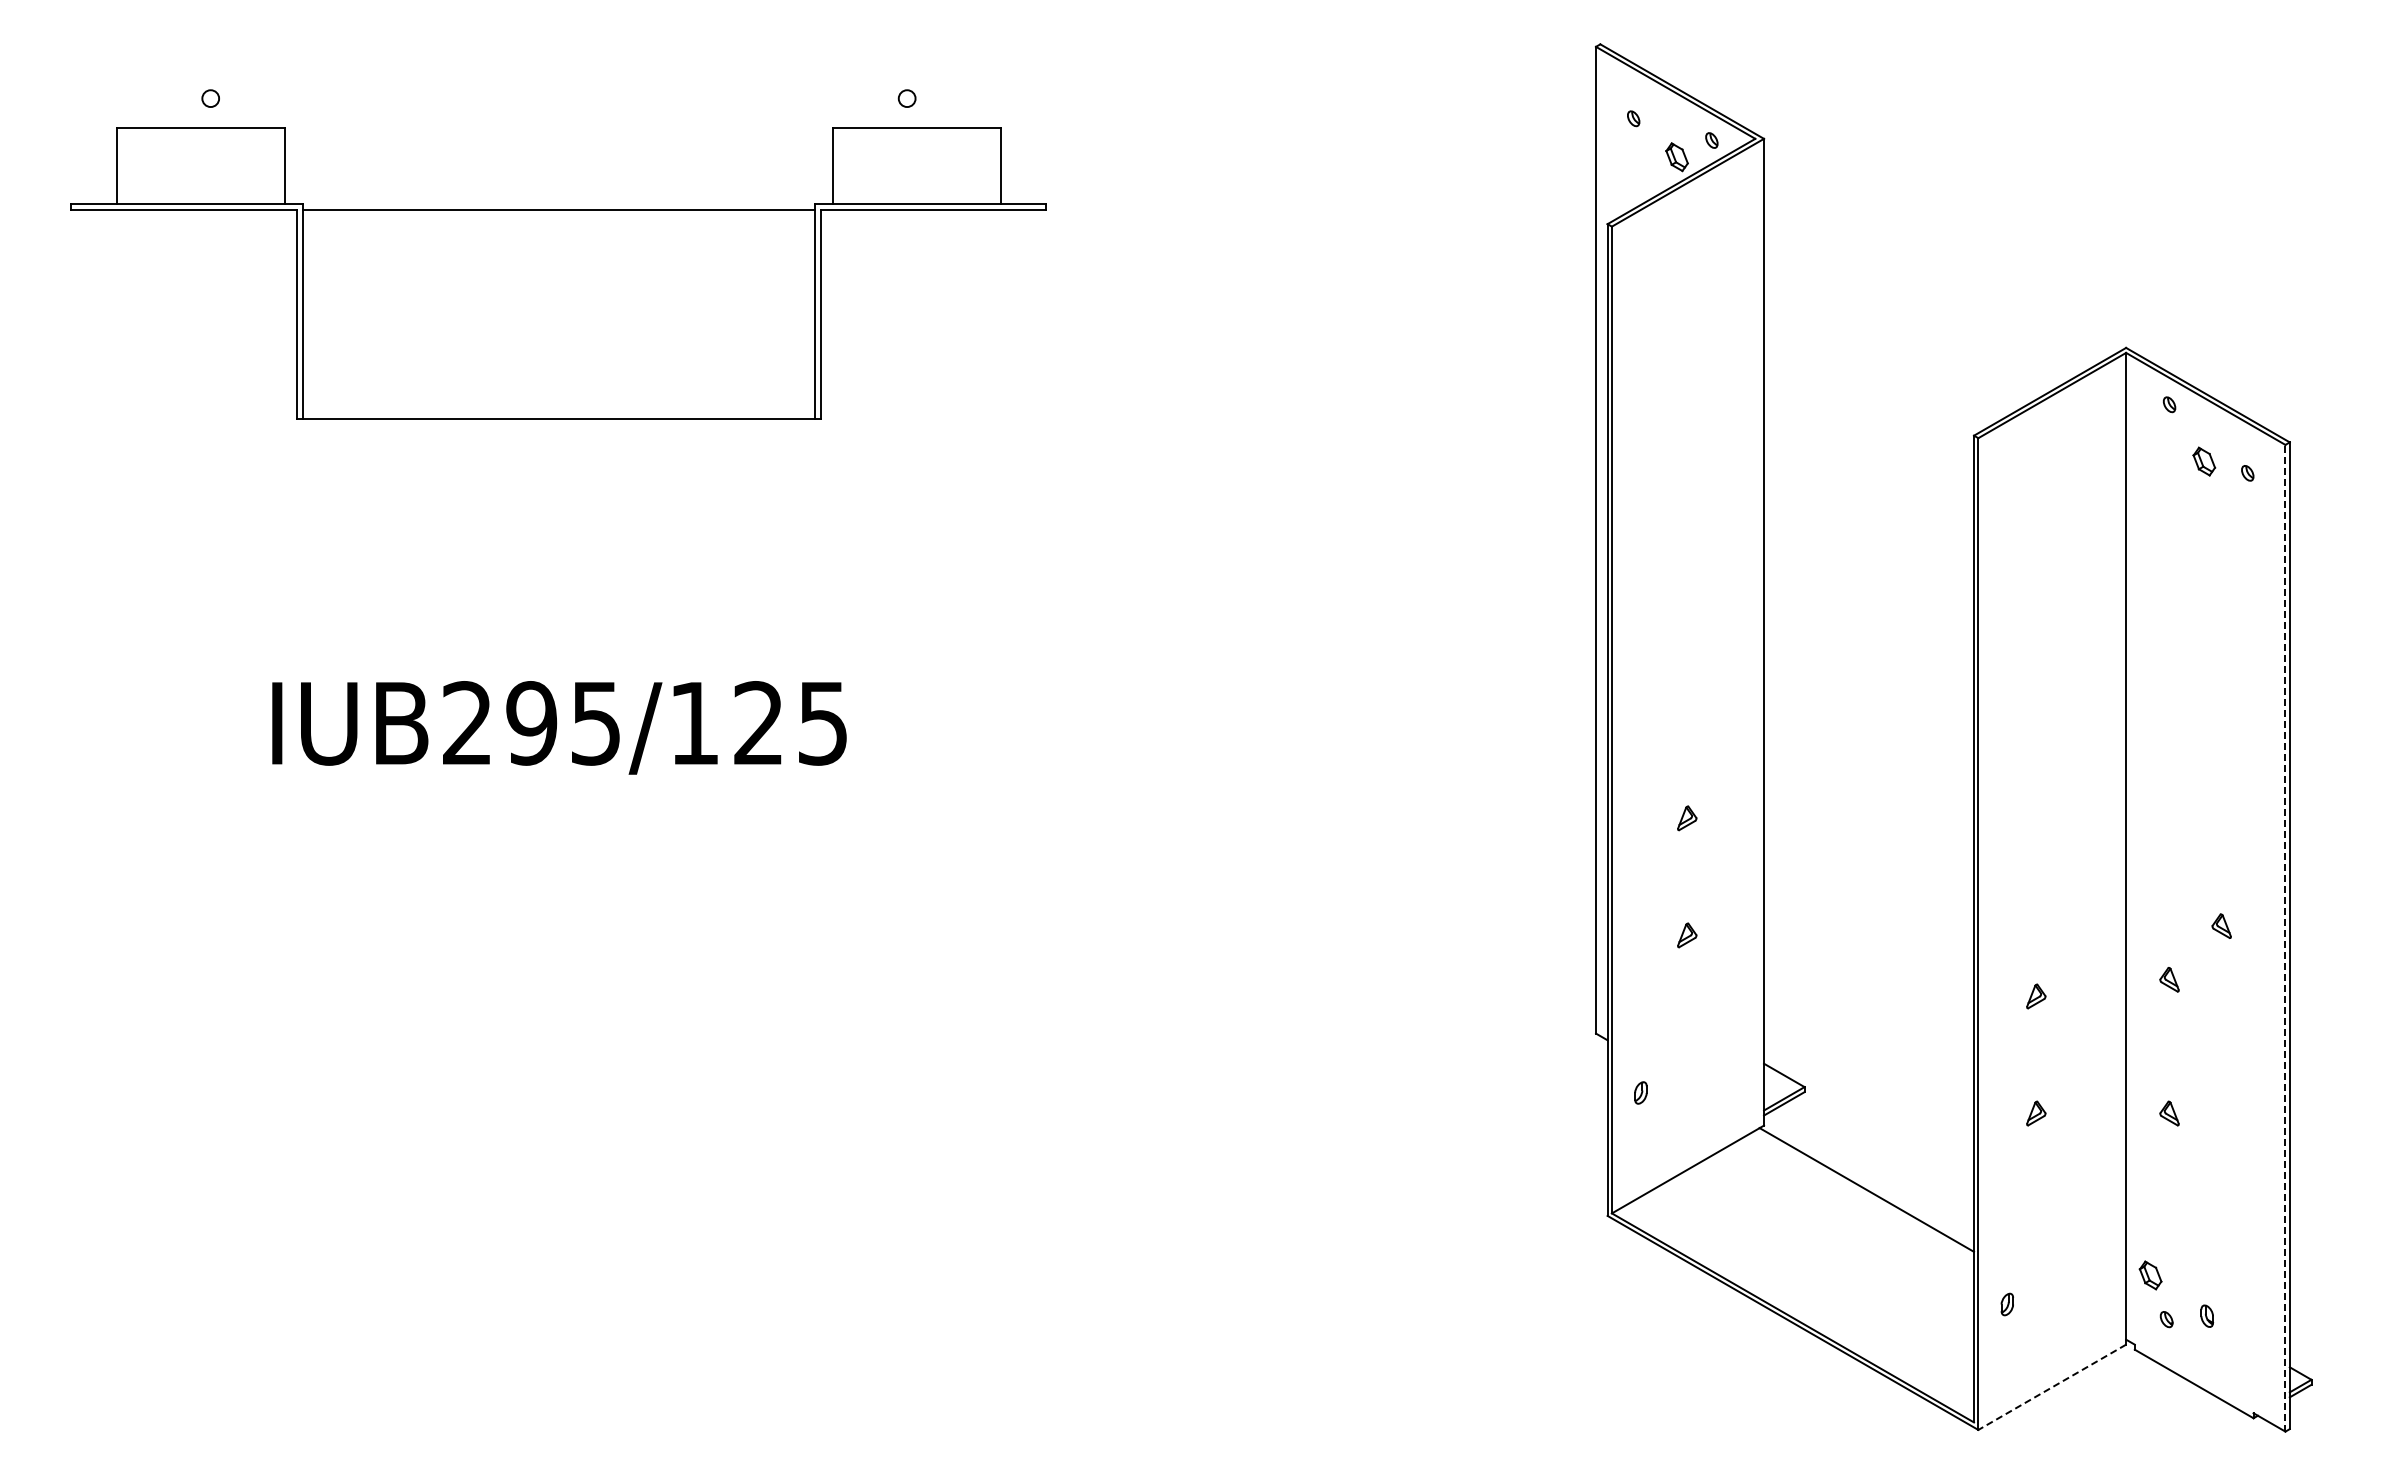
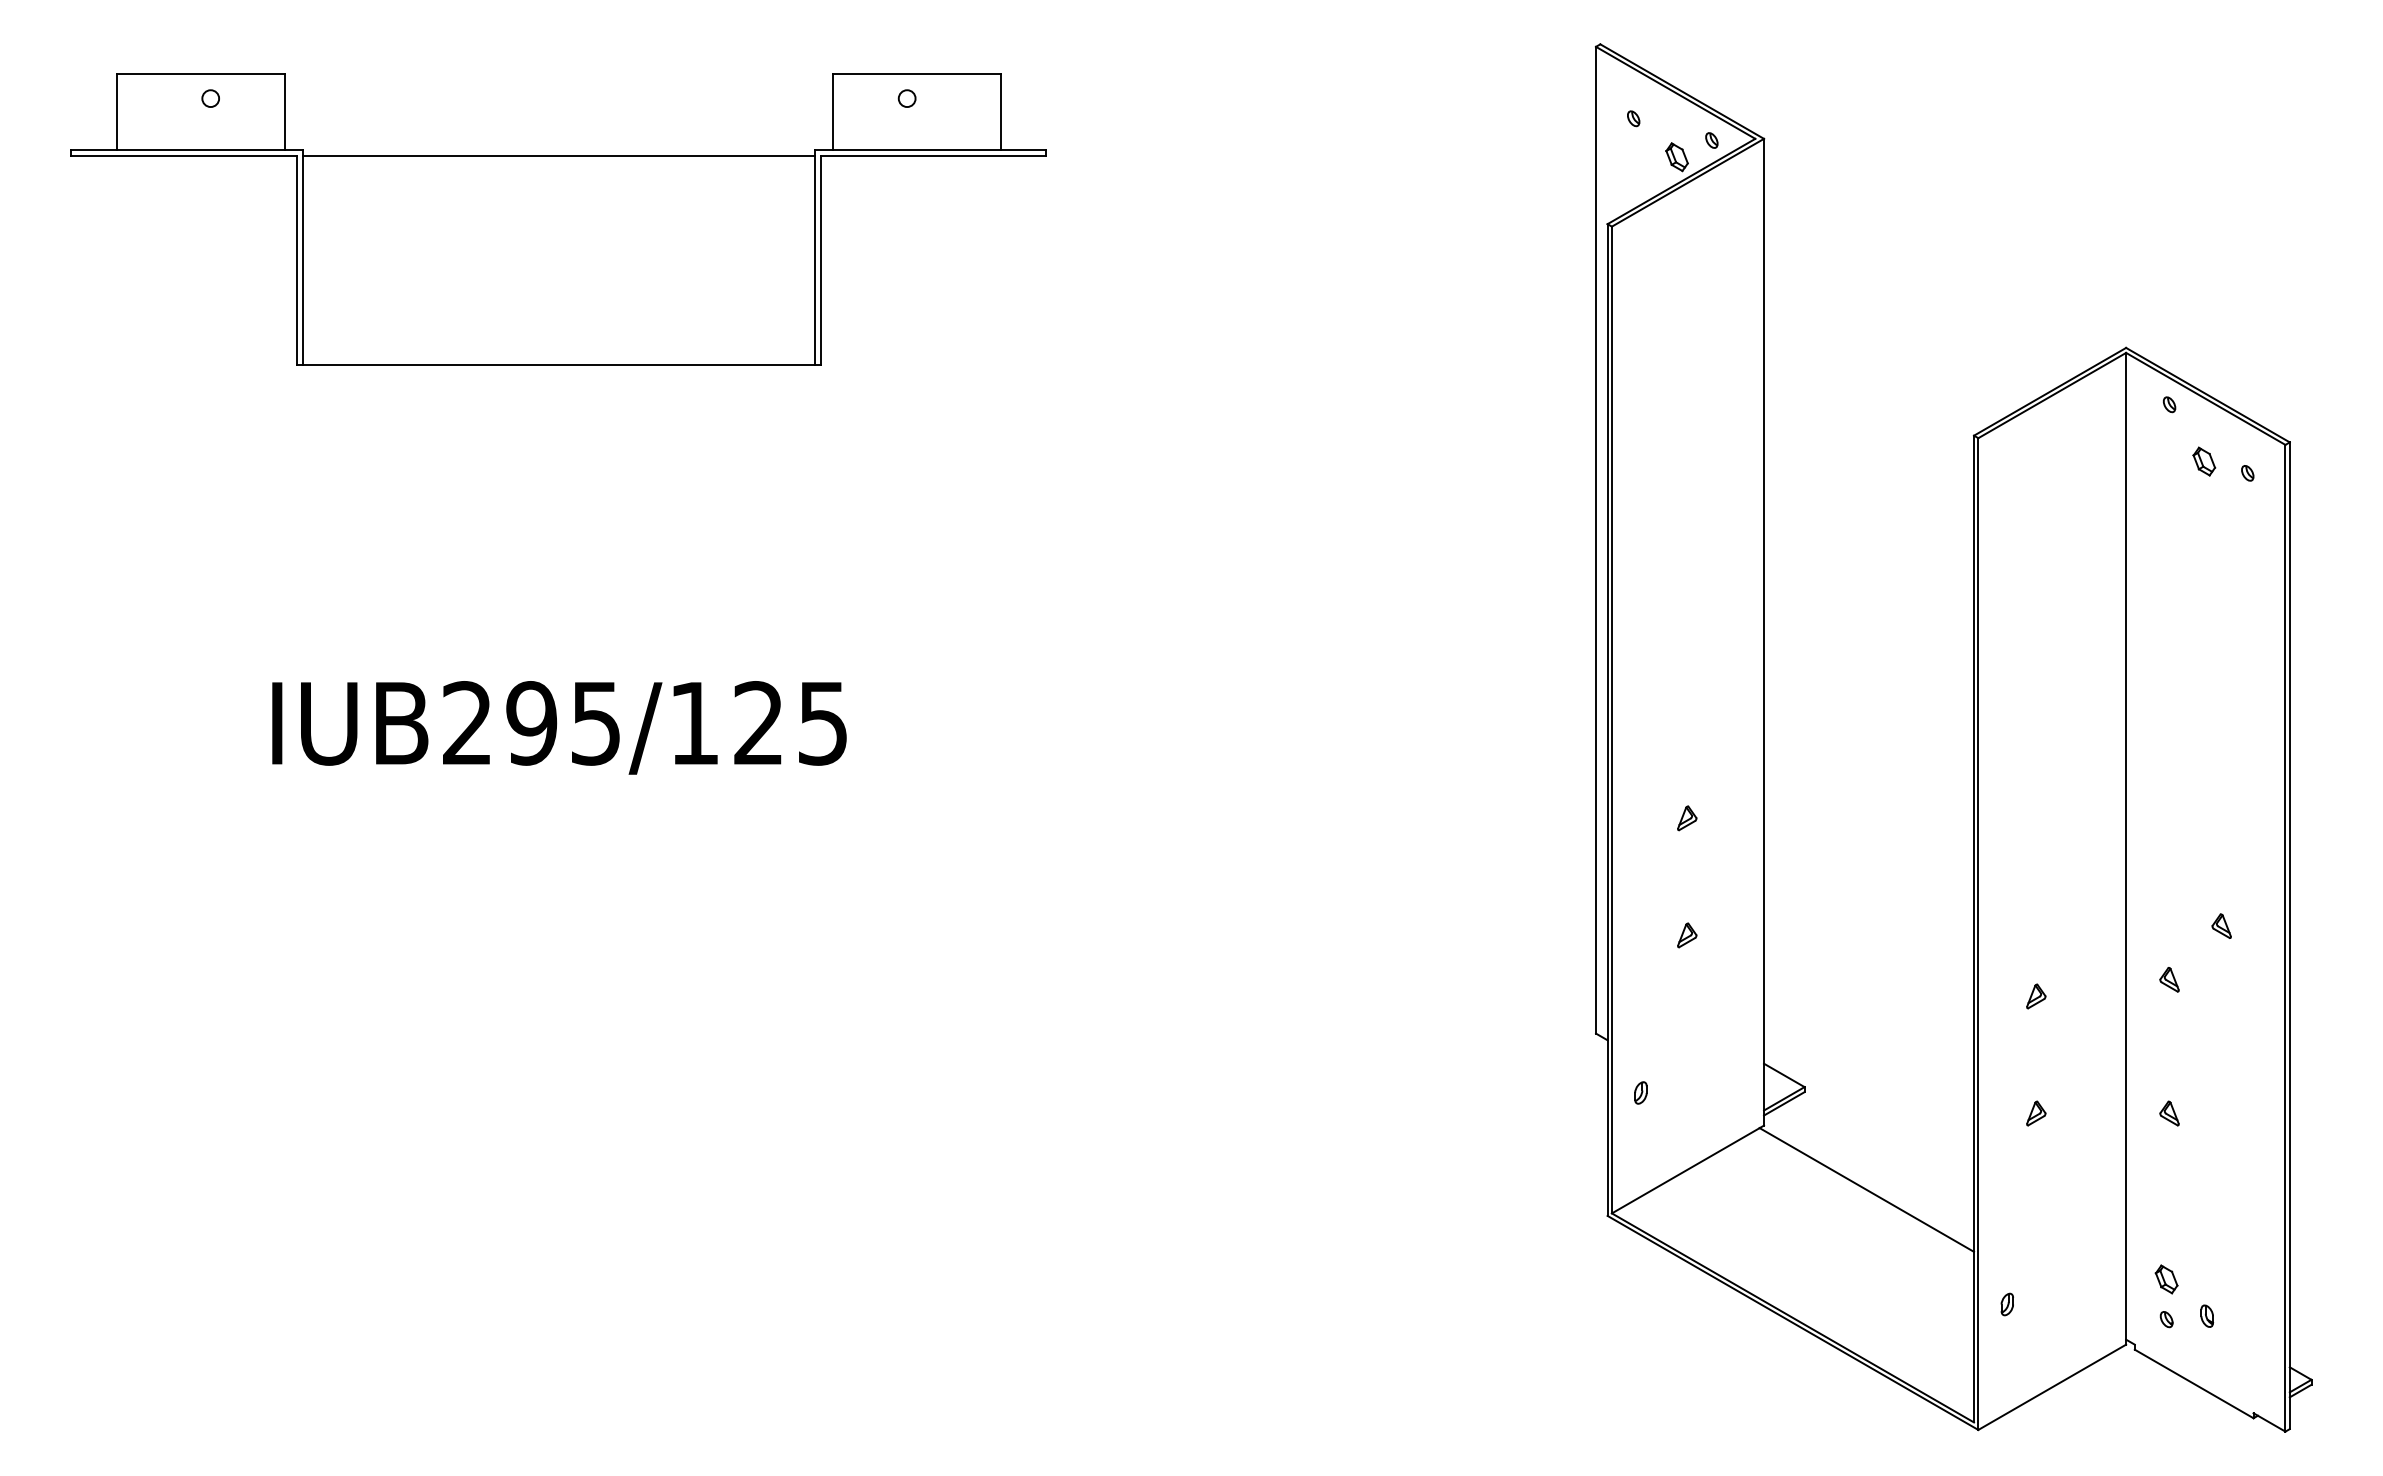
part at (558, 273) position: (558, 273) -> (558, 219)
line at (2285, 937): dashed -> solid
part at (2150, 1275) position: (2150, 1275) -> (2166, 1279)
line at (2051, 1387): dashed -> solid
